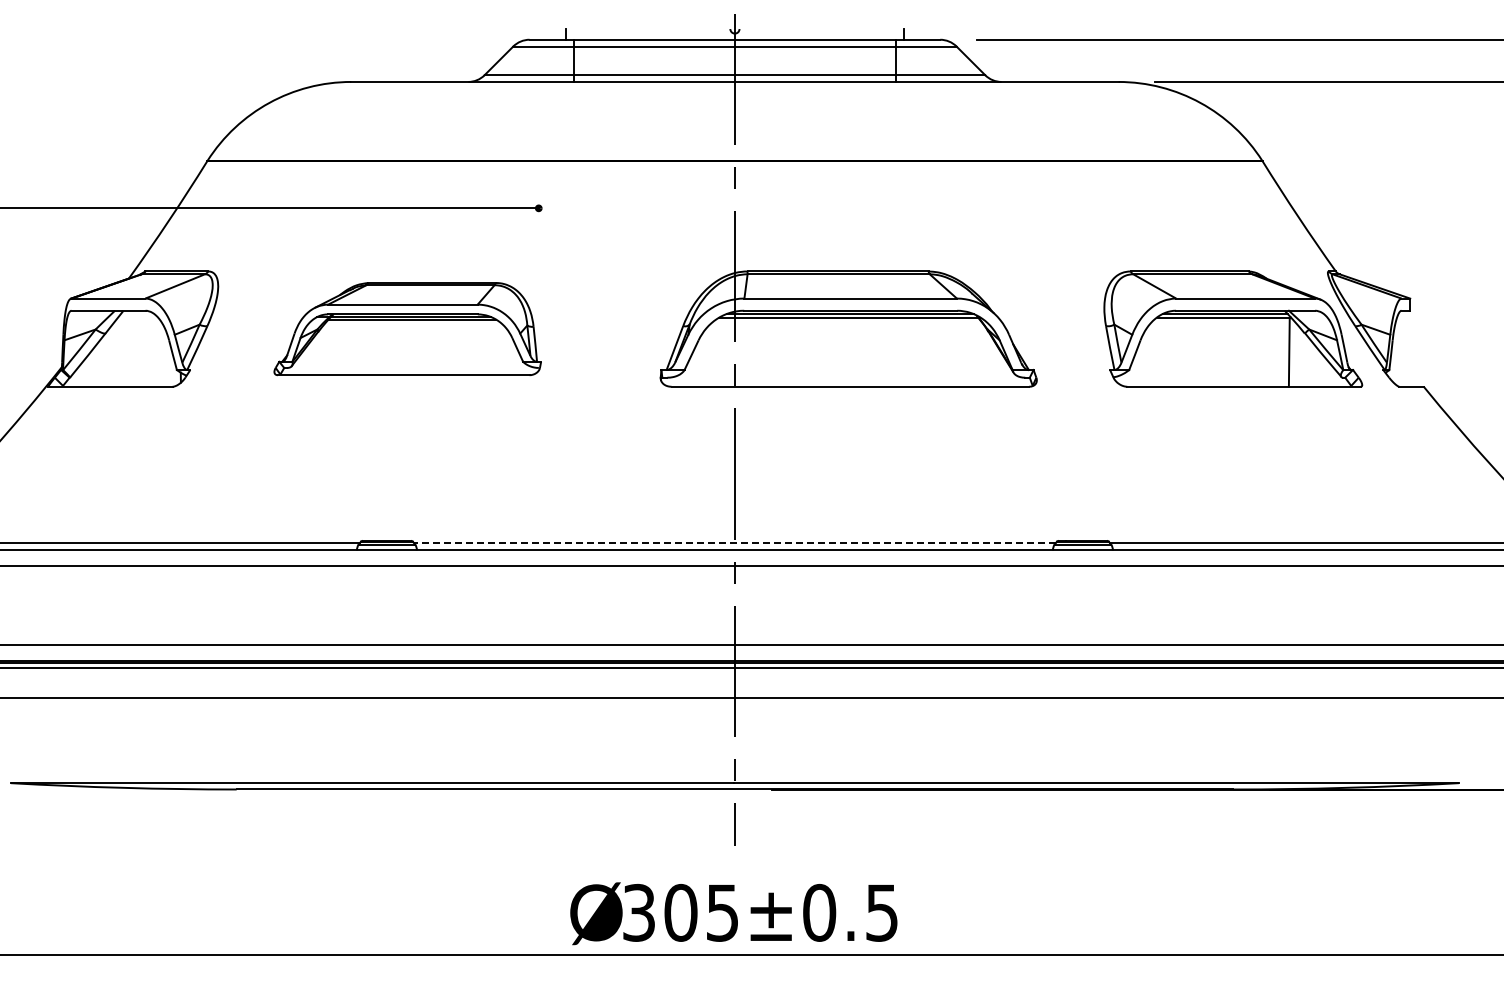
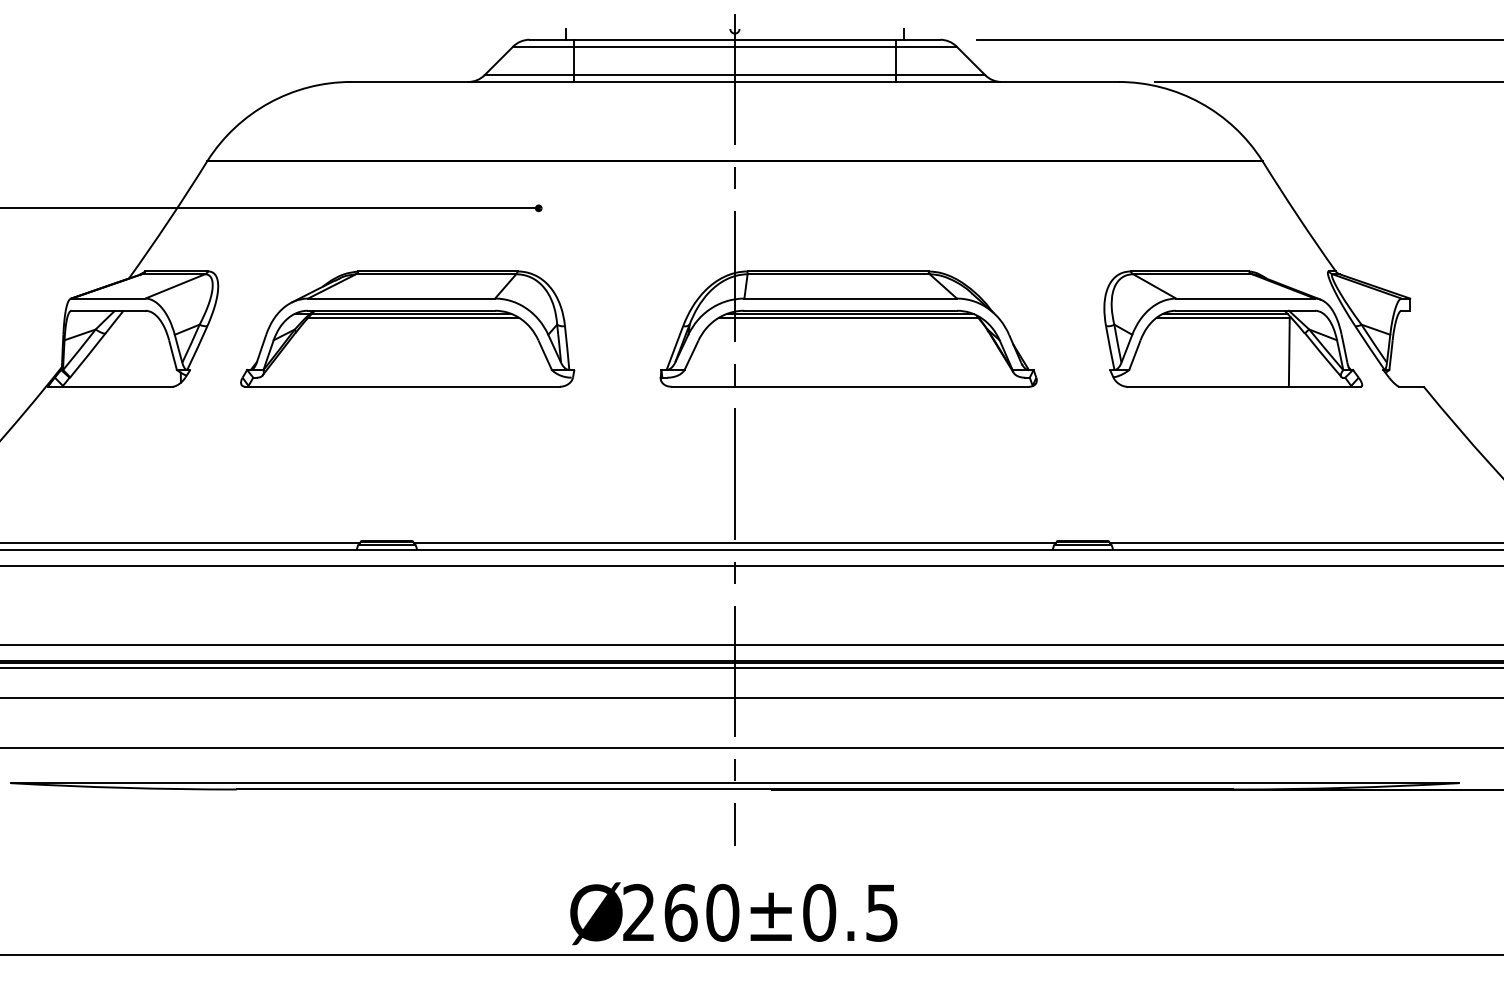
part at (407, 329) size: 269x95 px -> 336x118 px
line at (734, 543): dashed -> solid
line at (751, 747): none -> present
text at (681, 912): 305±0.5 -> 260±0.5
